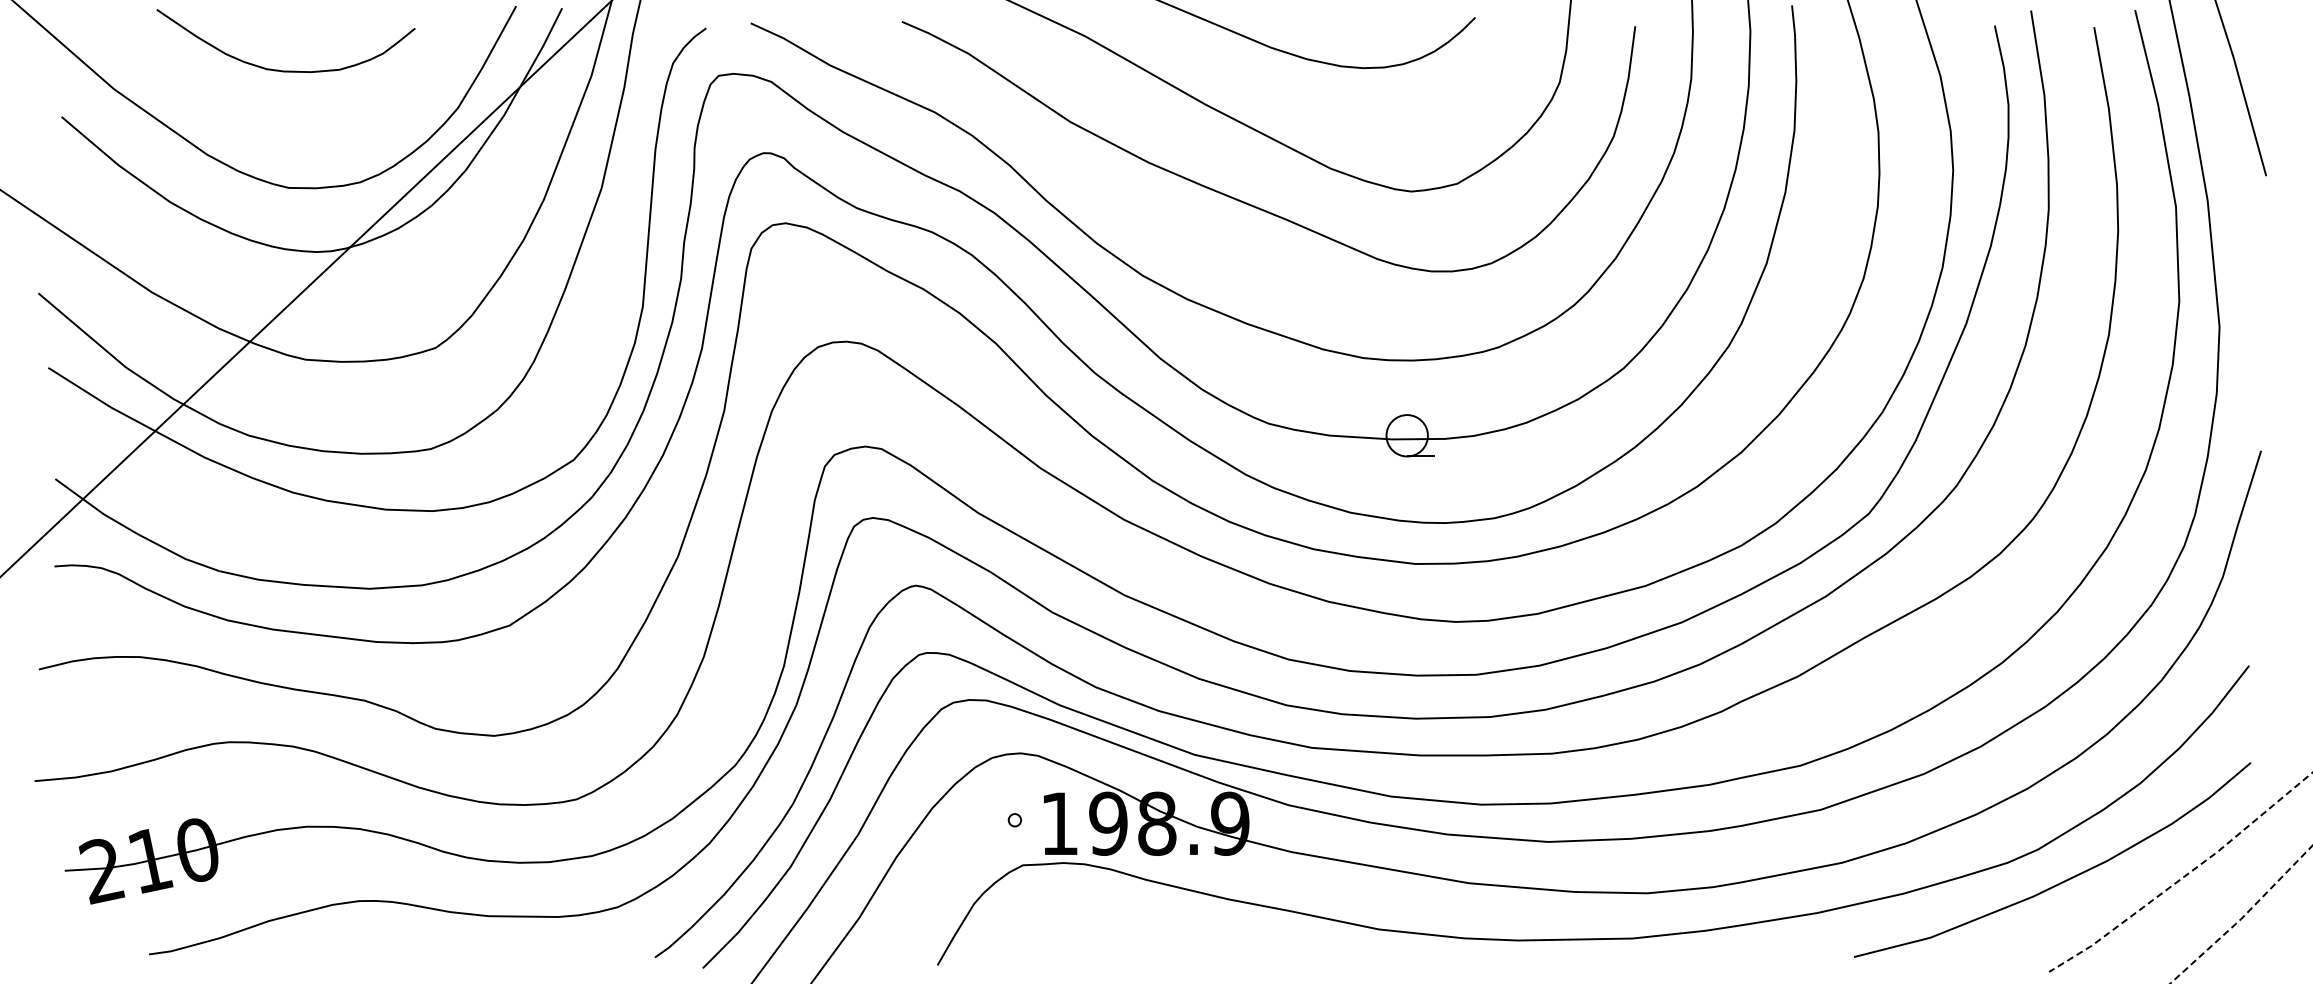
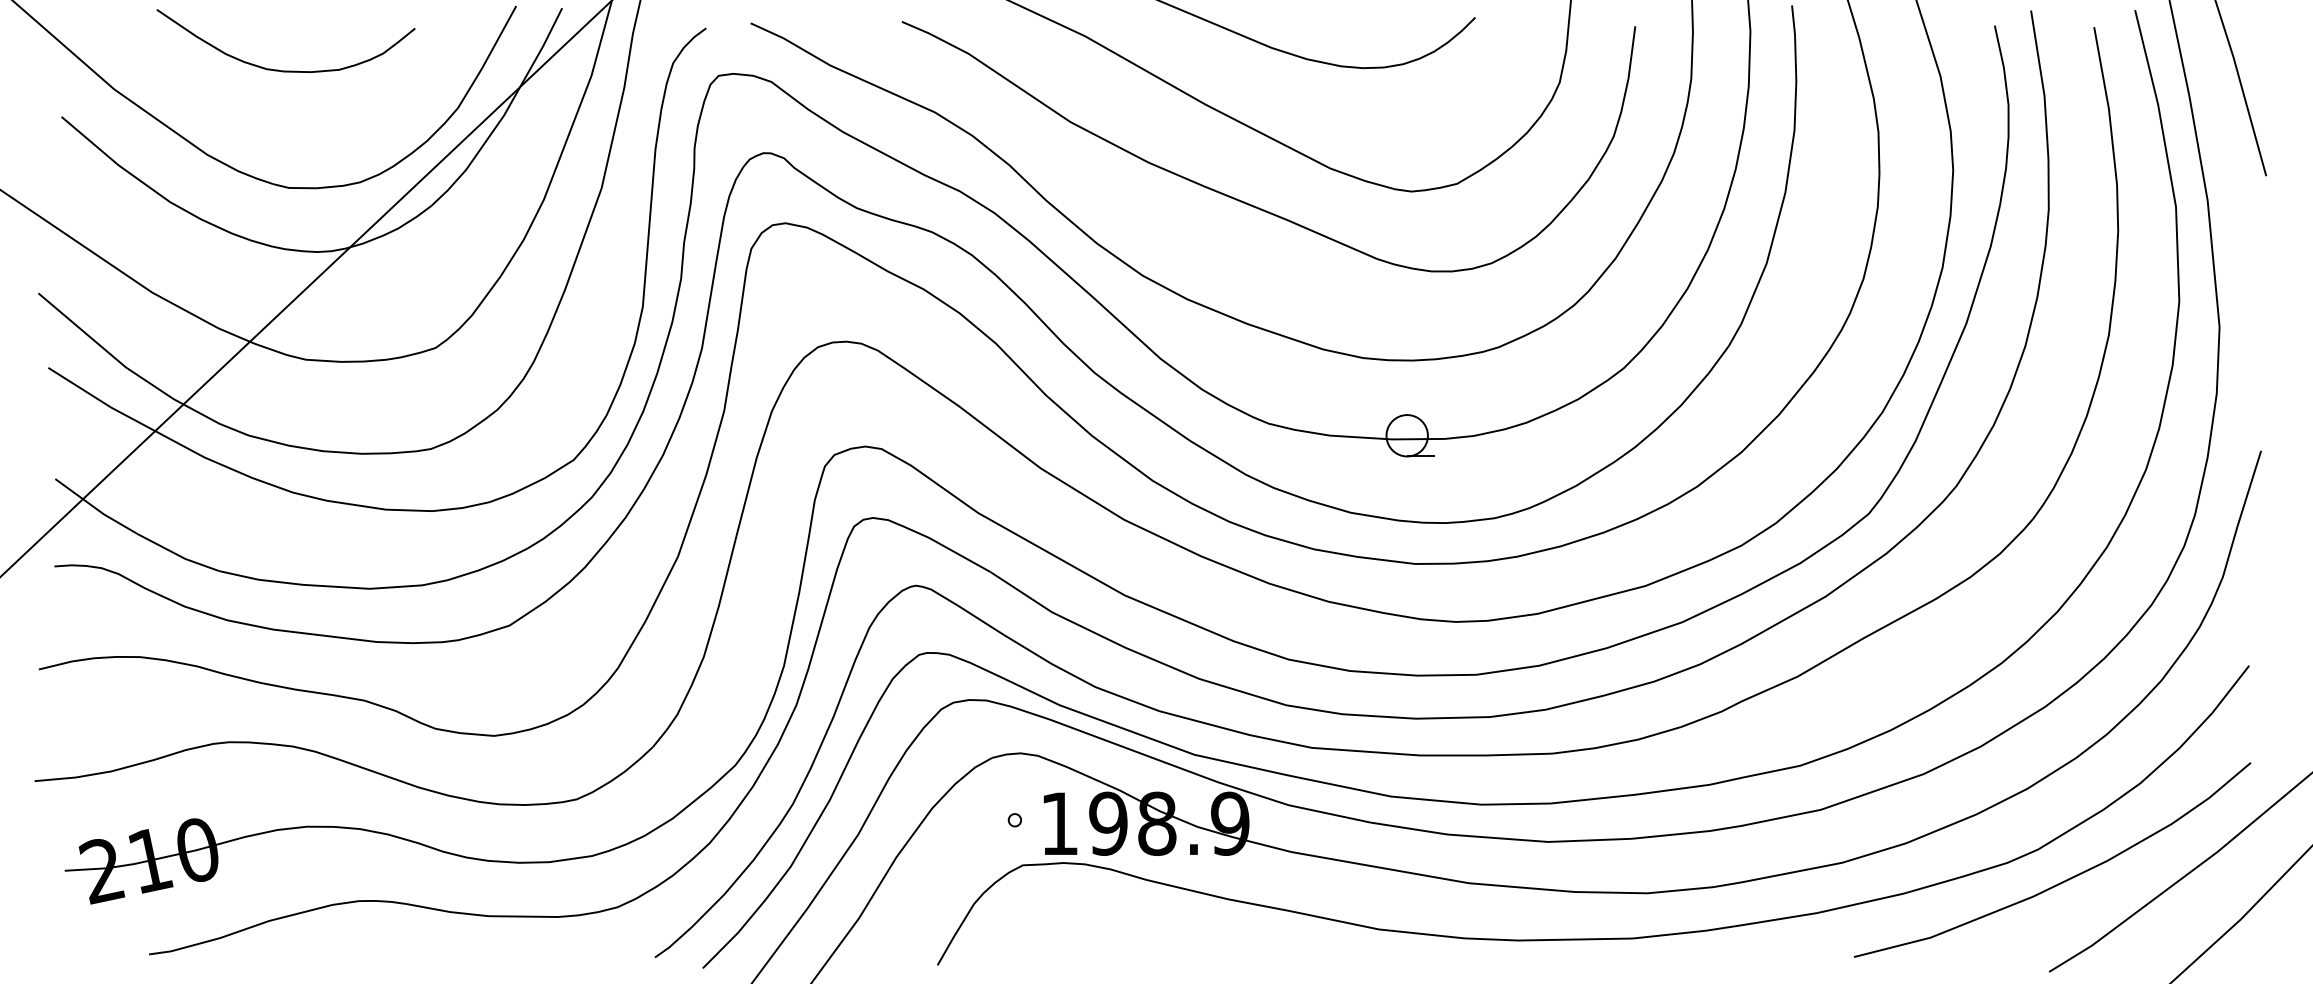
line at (2184, 876): dashed -> solid
line at (2243, 917): dashed -> solid
